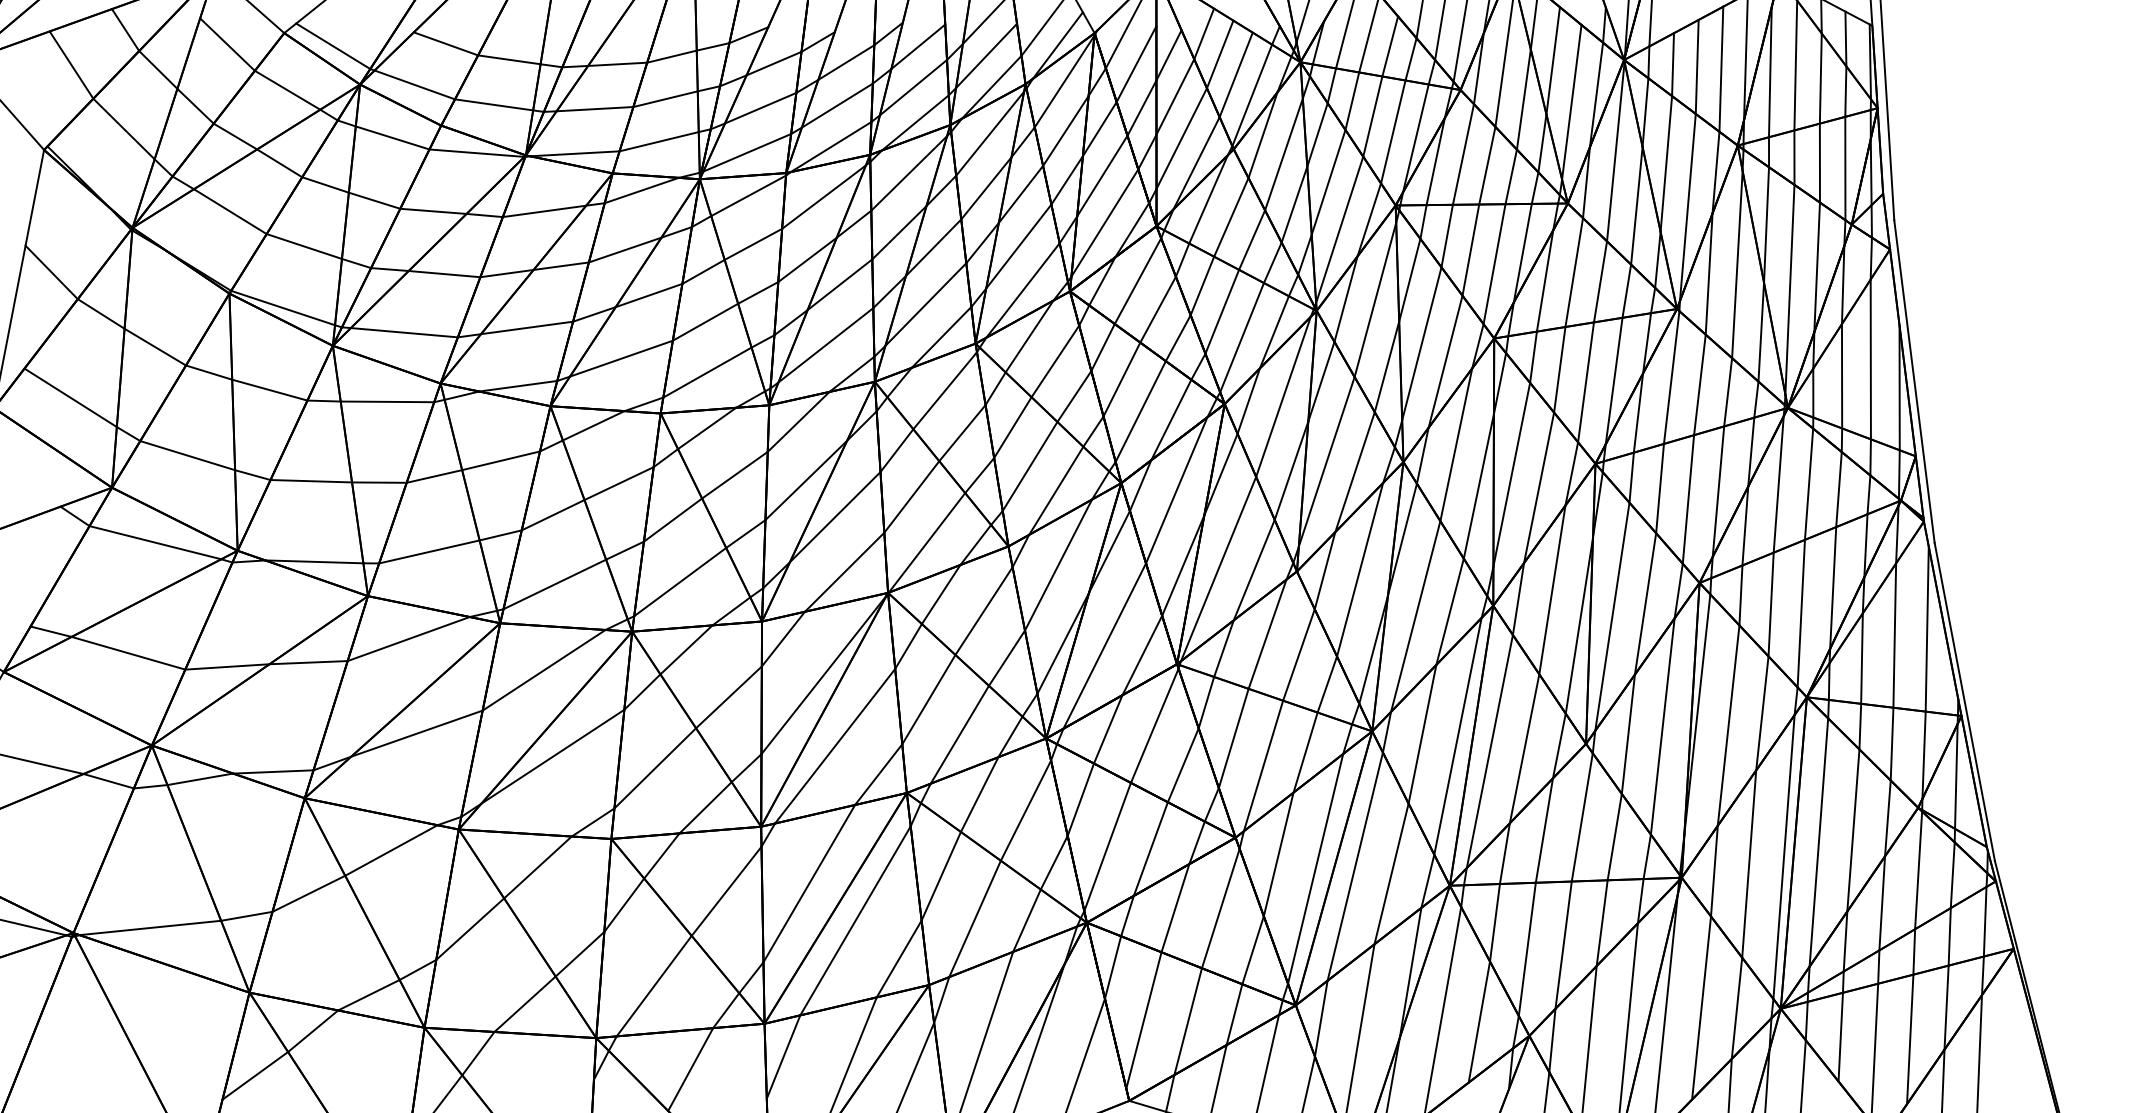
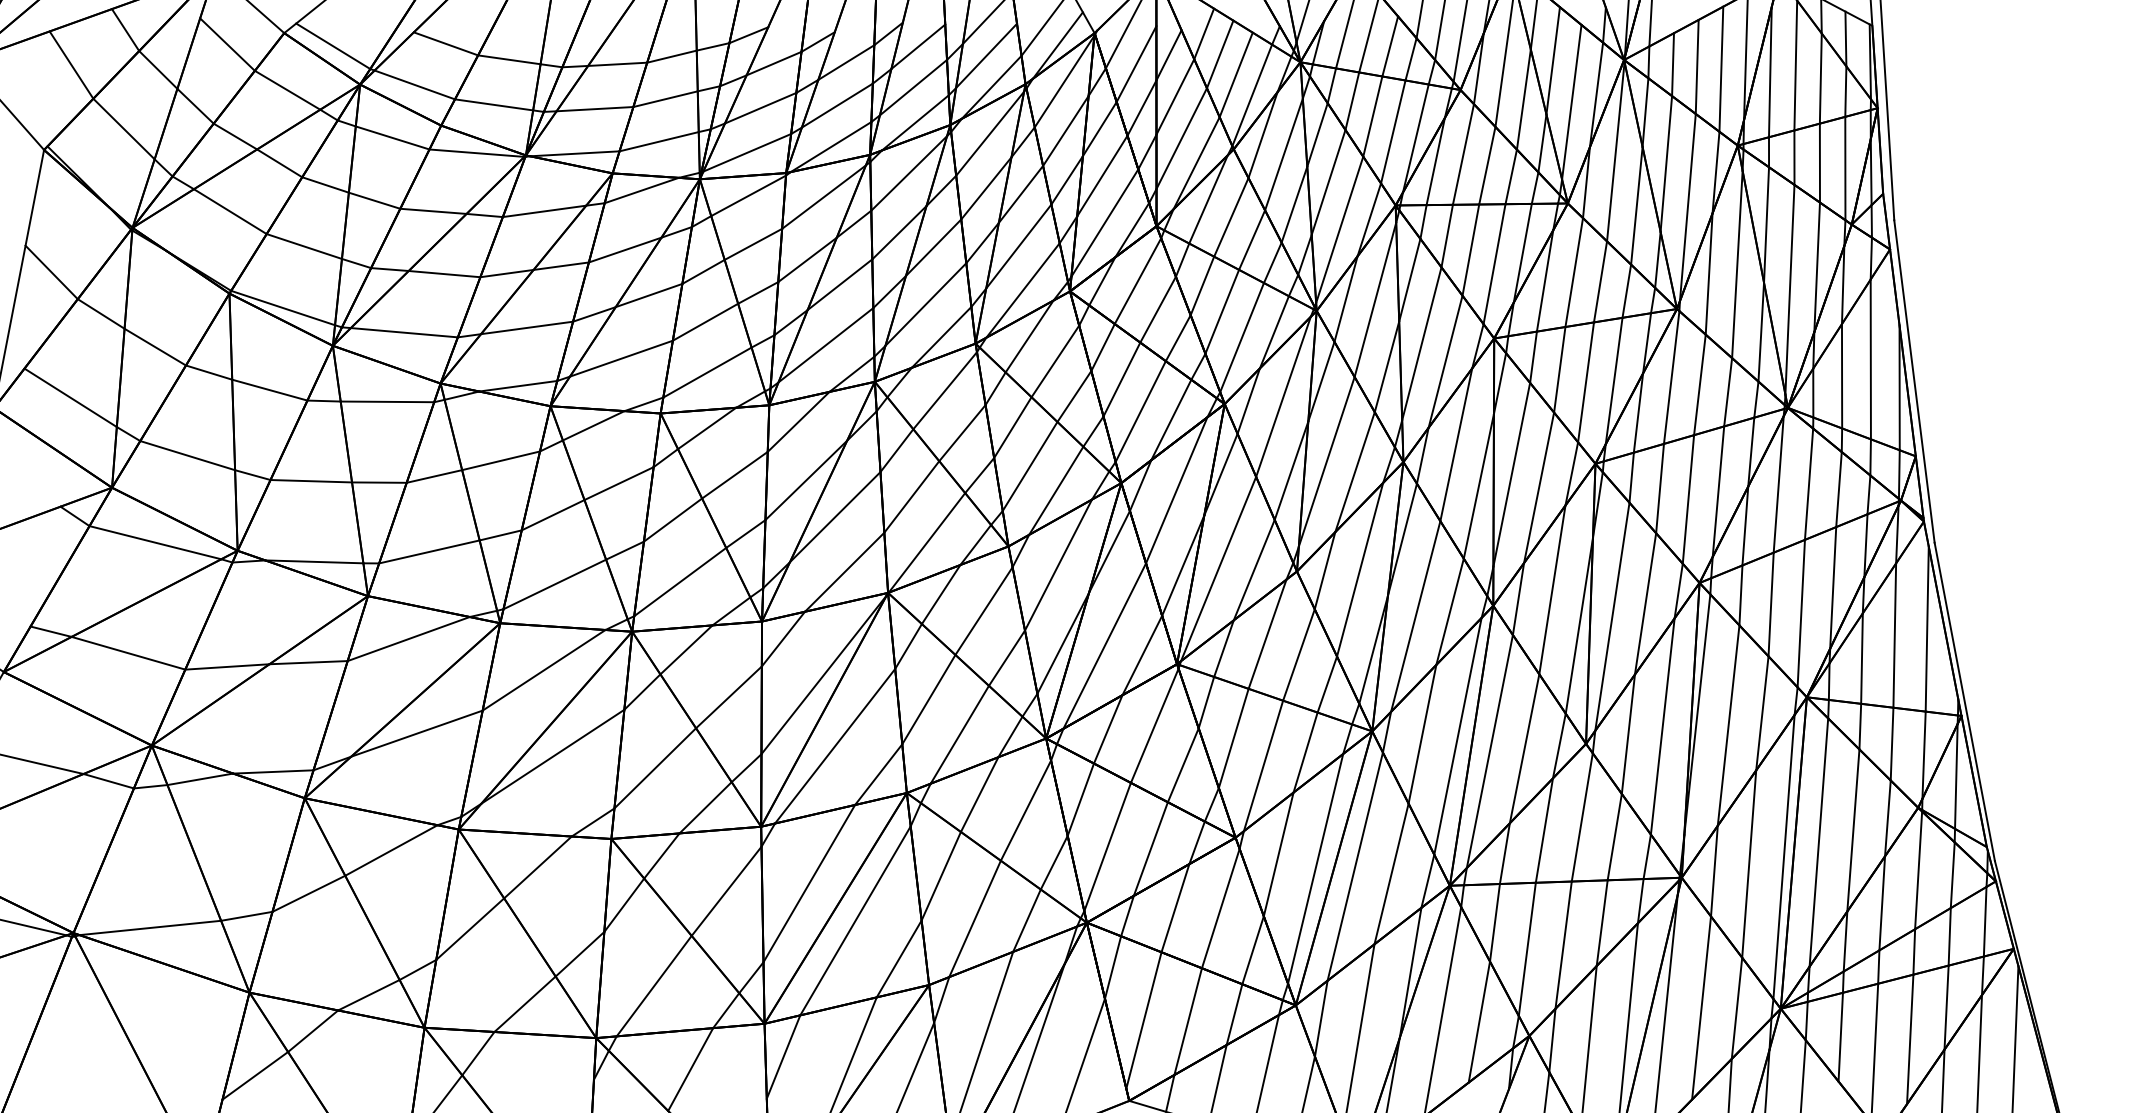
line at (2015, 1037): none -> present
